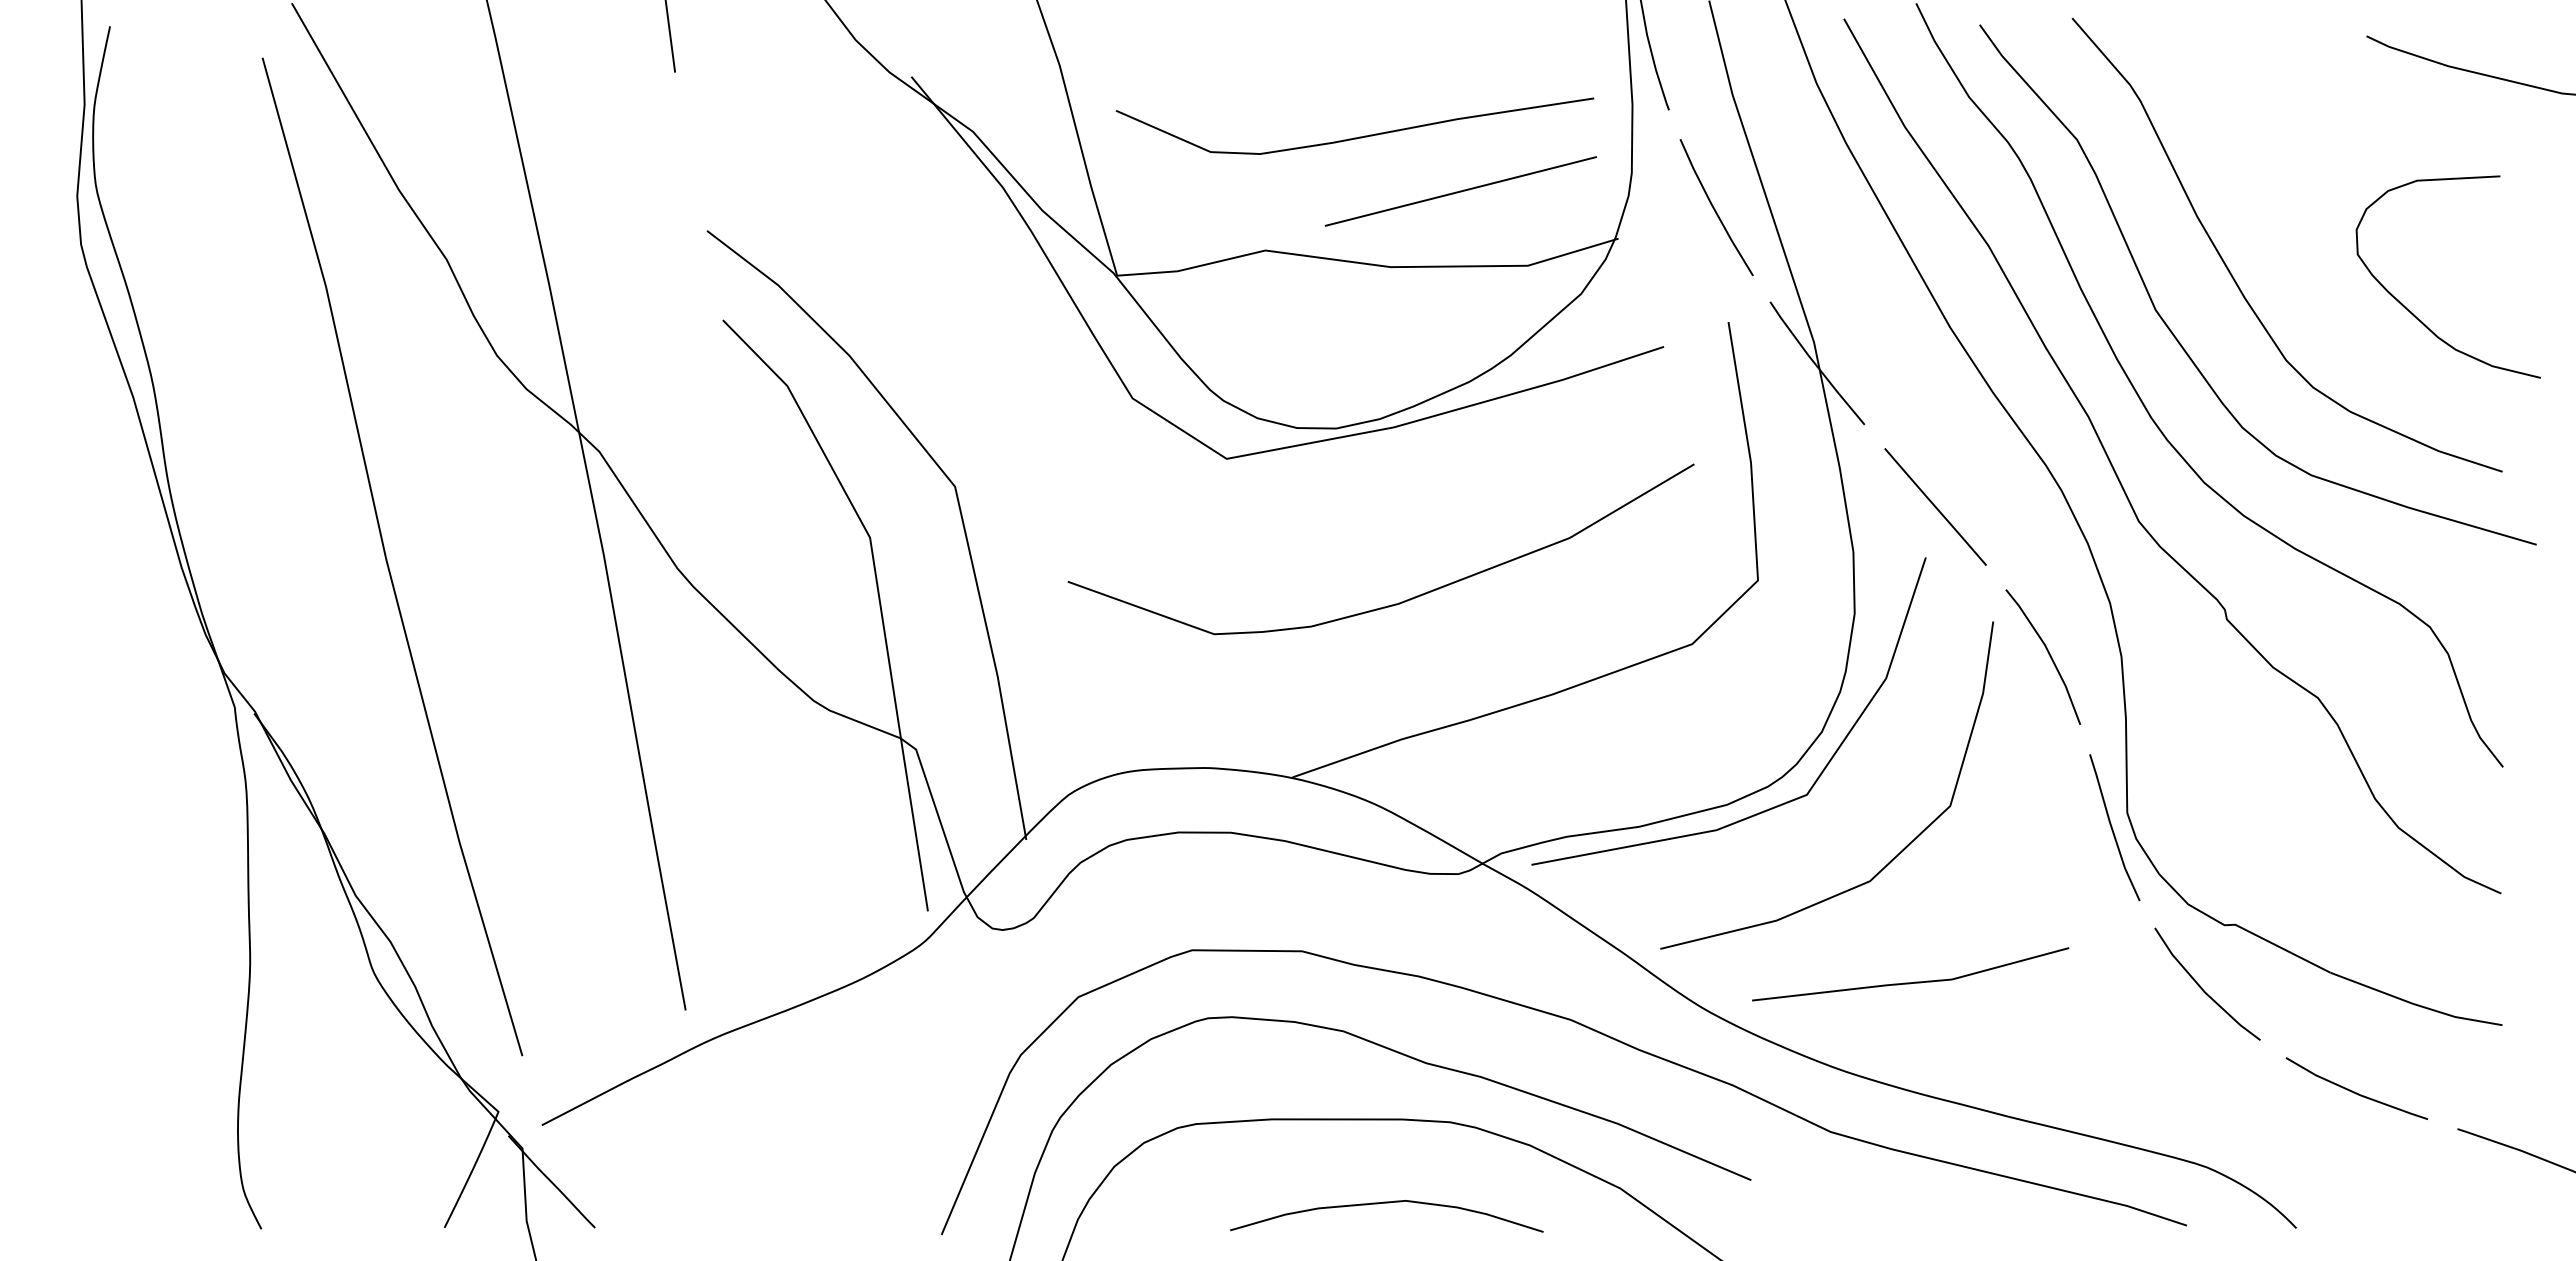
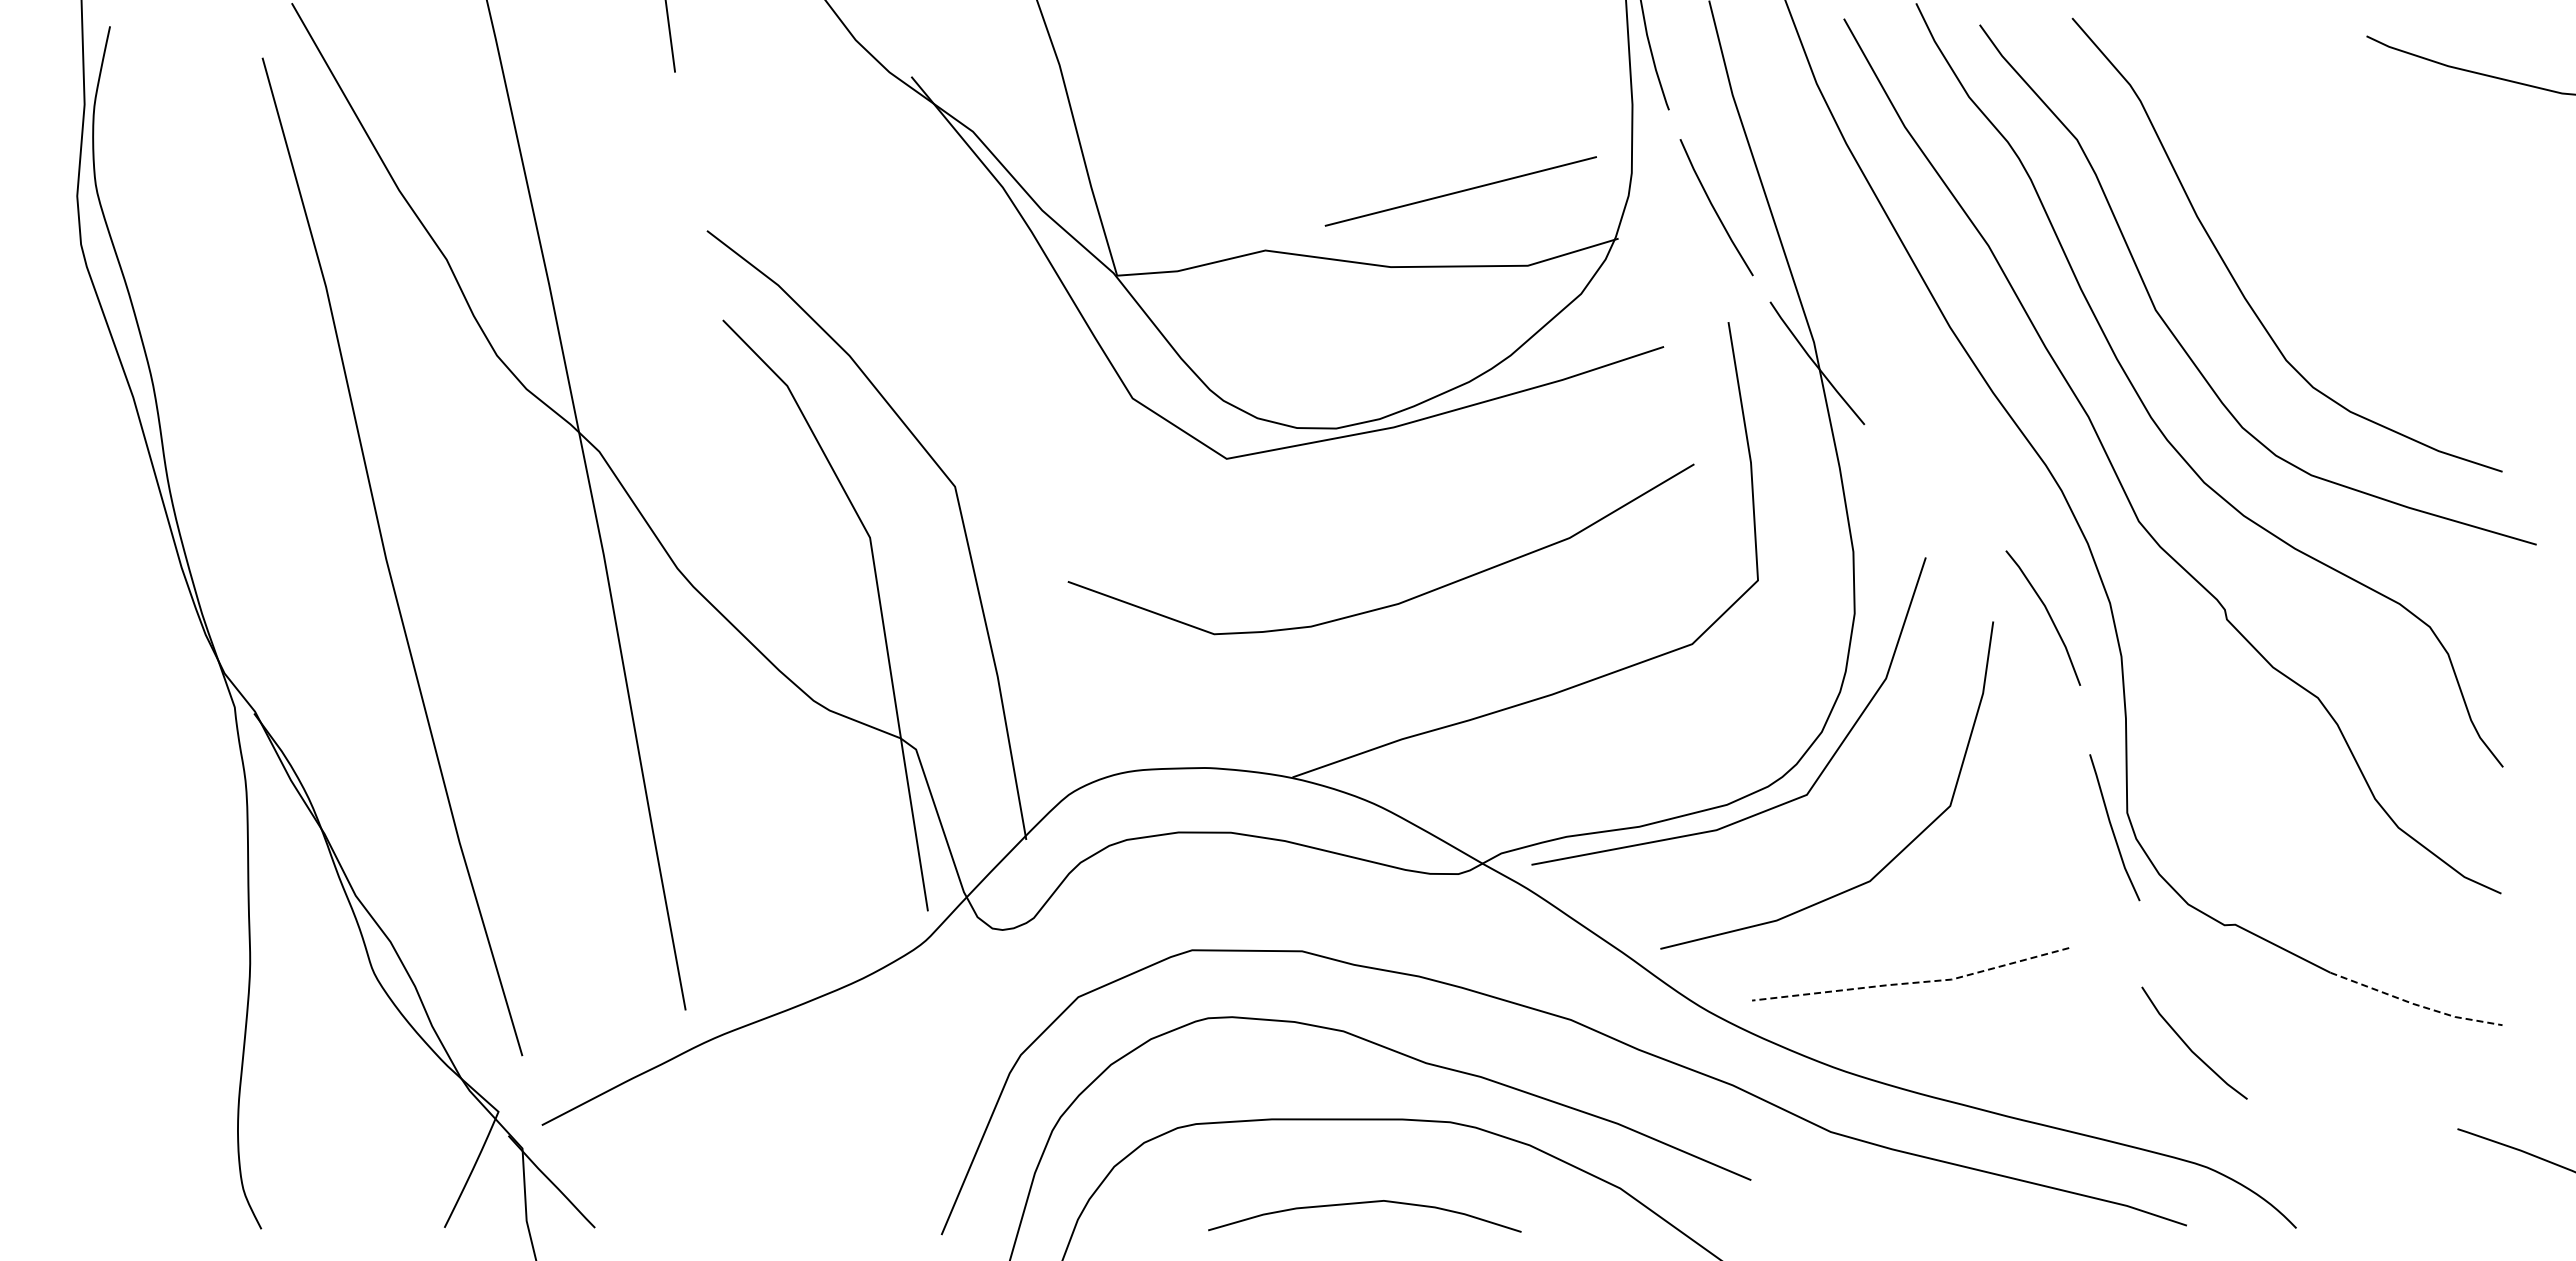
curve at (1354, 137): present -> none
curve at (2411, 311): present -> none
line at (1935, 506): present -> none
line at (2048, 654) position: (2048, 654) -> (2048, 615)
line at (1912, 983): solid -> dashed
line at (2202, 987) position: (2202, 987) -> (2189, 1046)
line at (2415, 1004): solid -> dashed
line at (2354, 1091): present -> none
curve at (1386, 1203) position: (1386, 1203) -> (1364, 1203)
